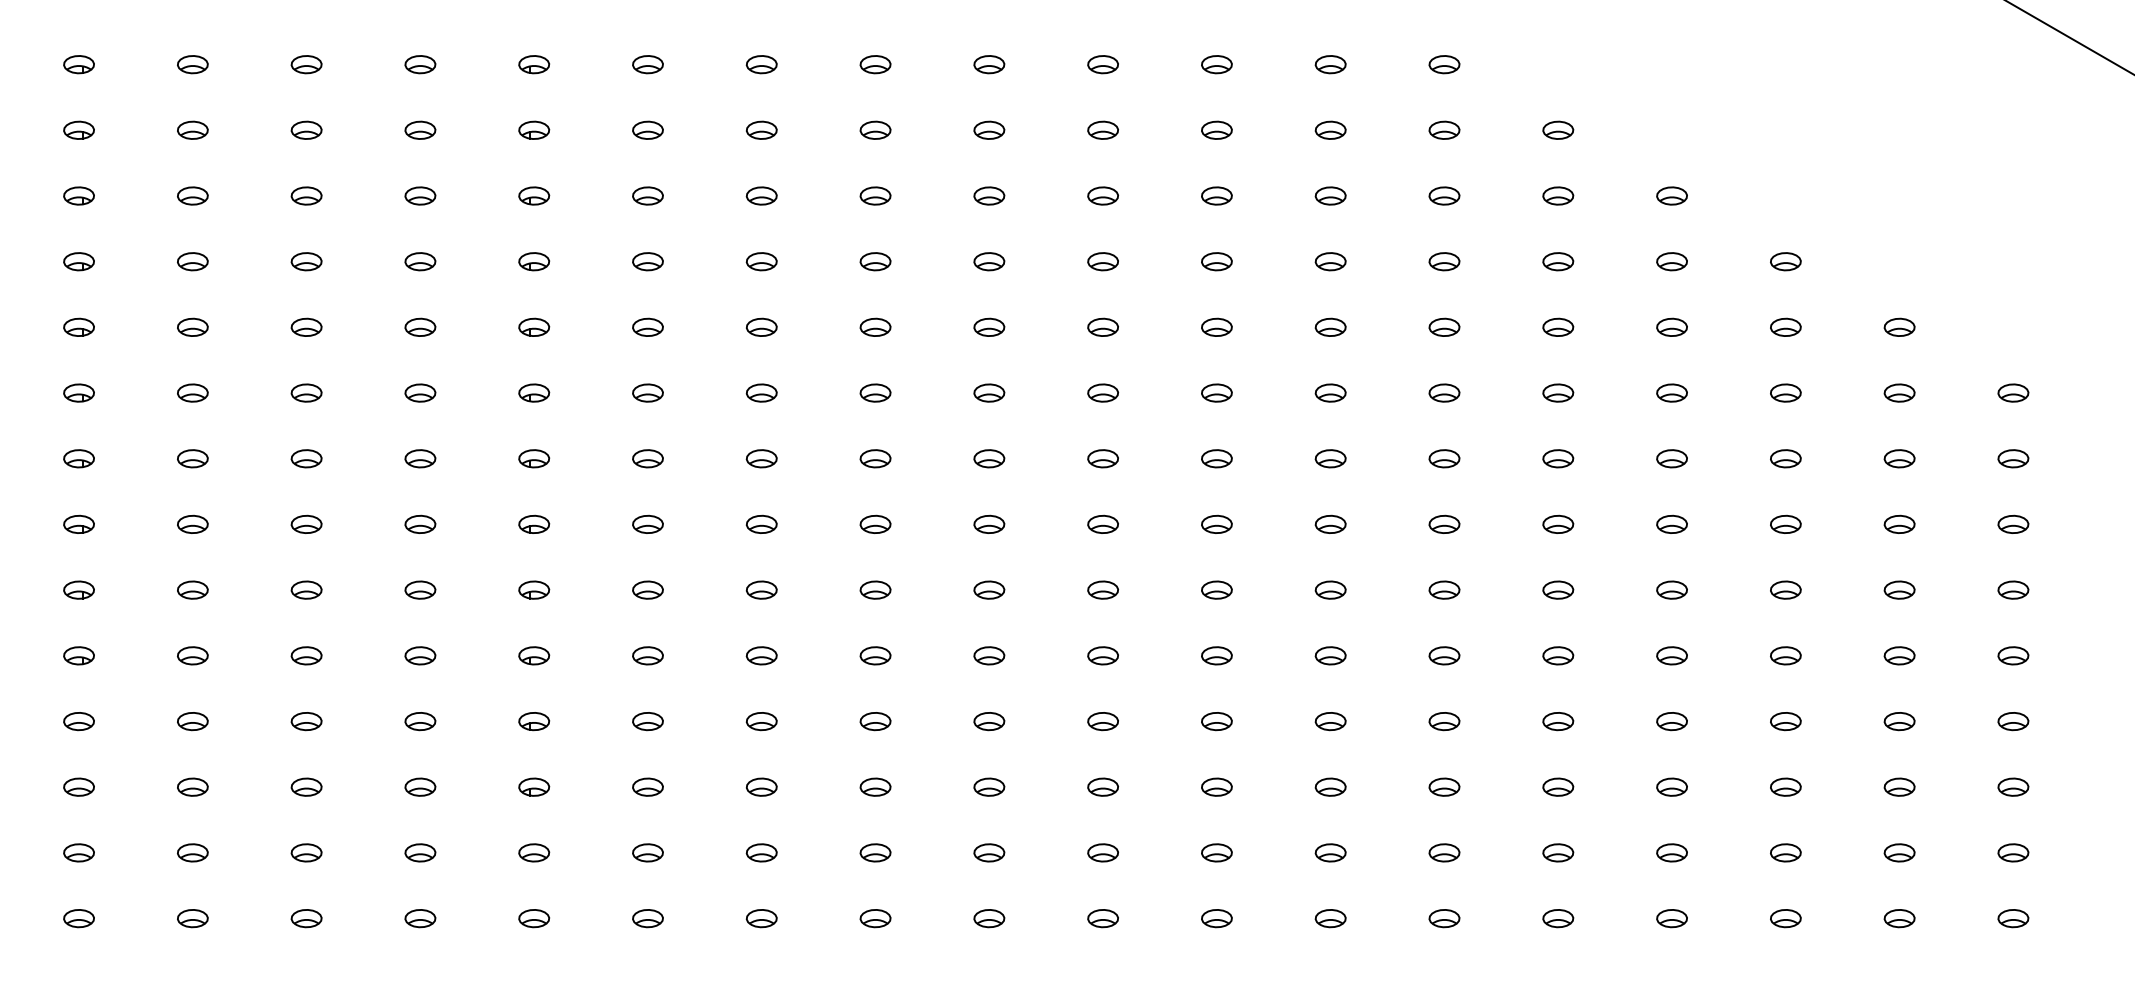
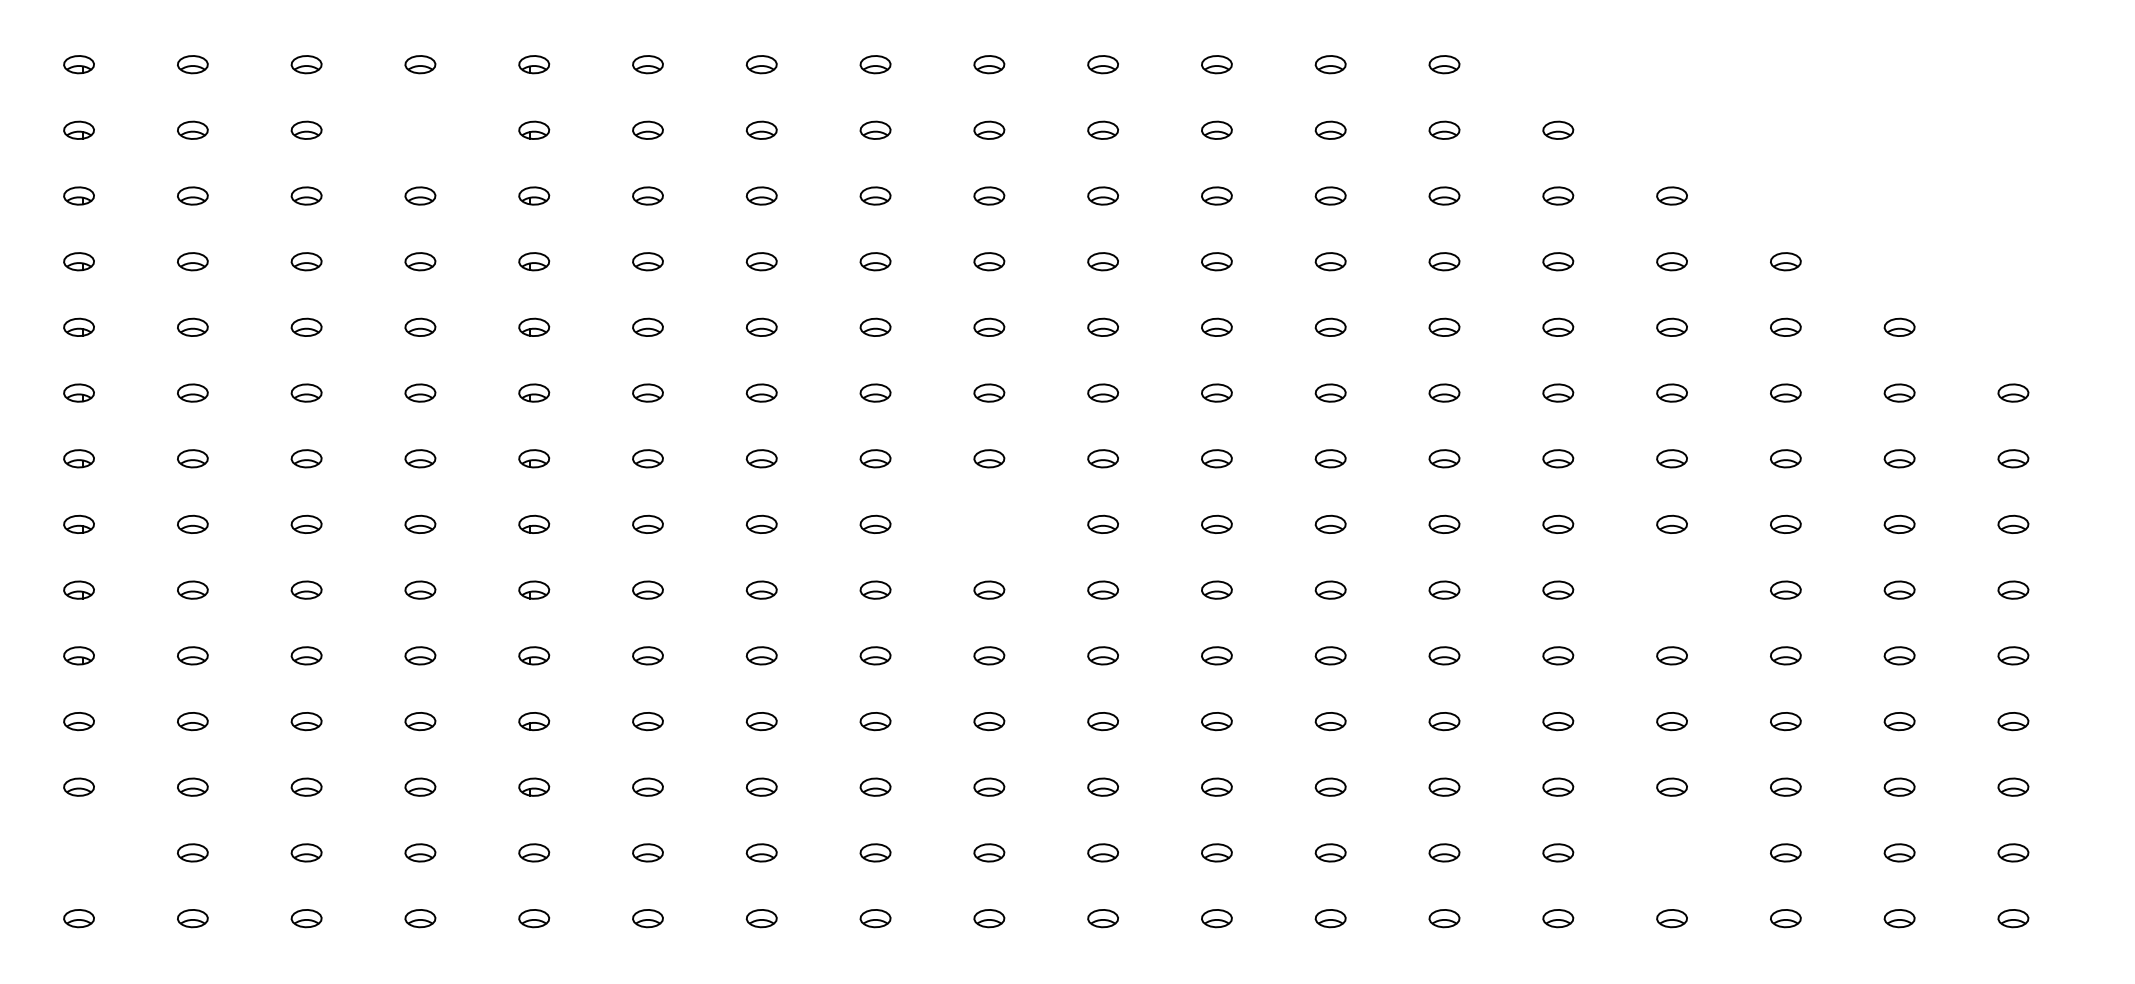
line at (2069, 37): present -> none
part at (420, 129): present -> none
part at (989, 523): present -> none
part at (1671, 589): present -> none
part at (78, 852): present -> none
part at (1671, 852): present -> none
